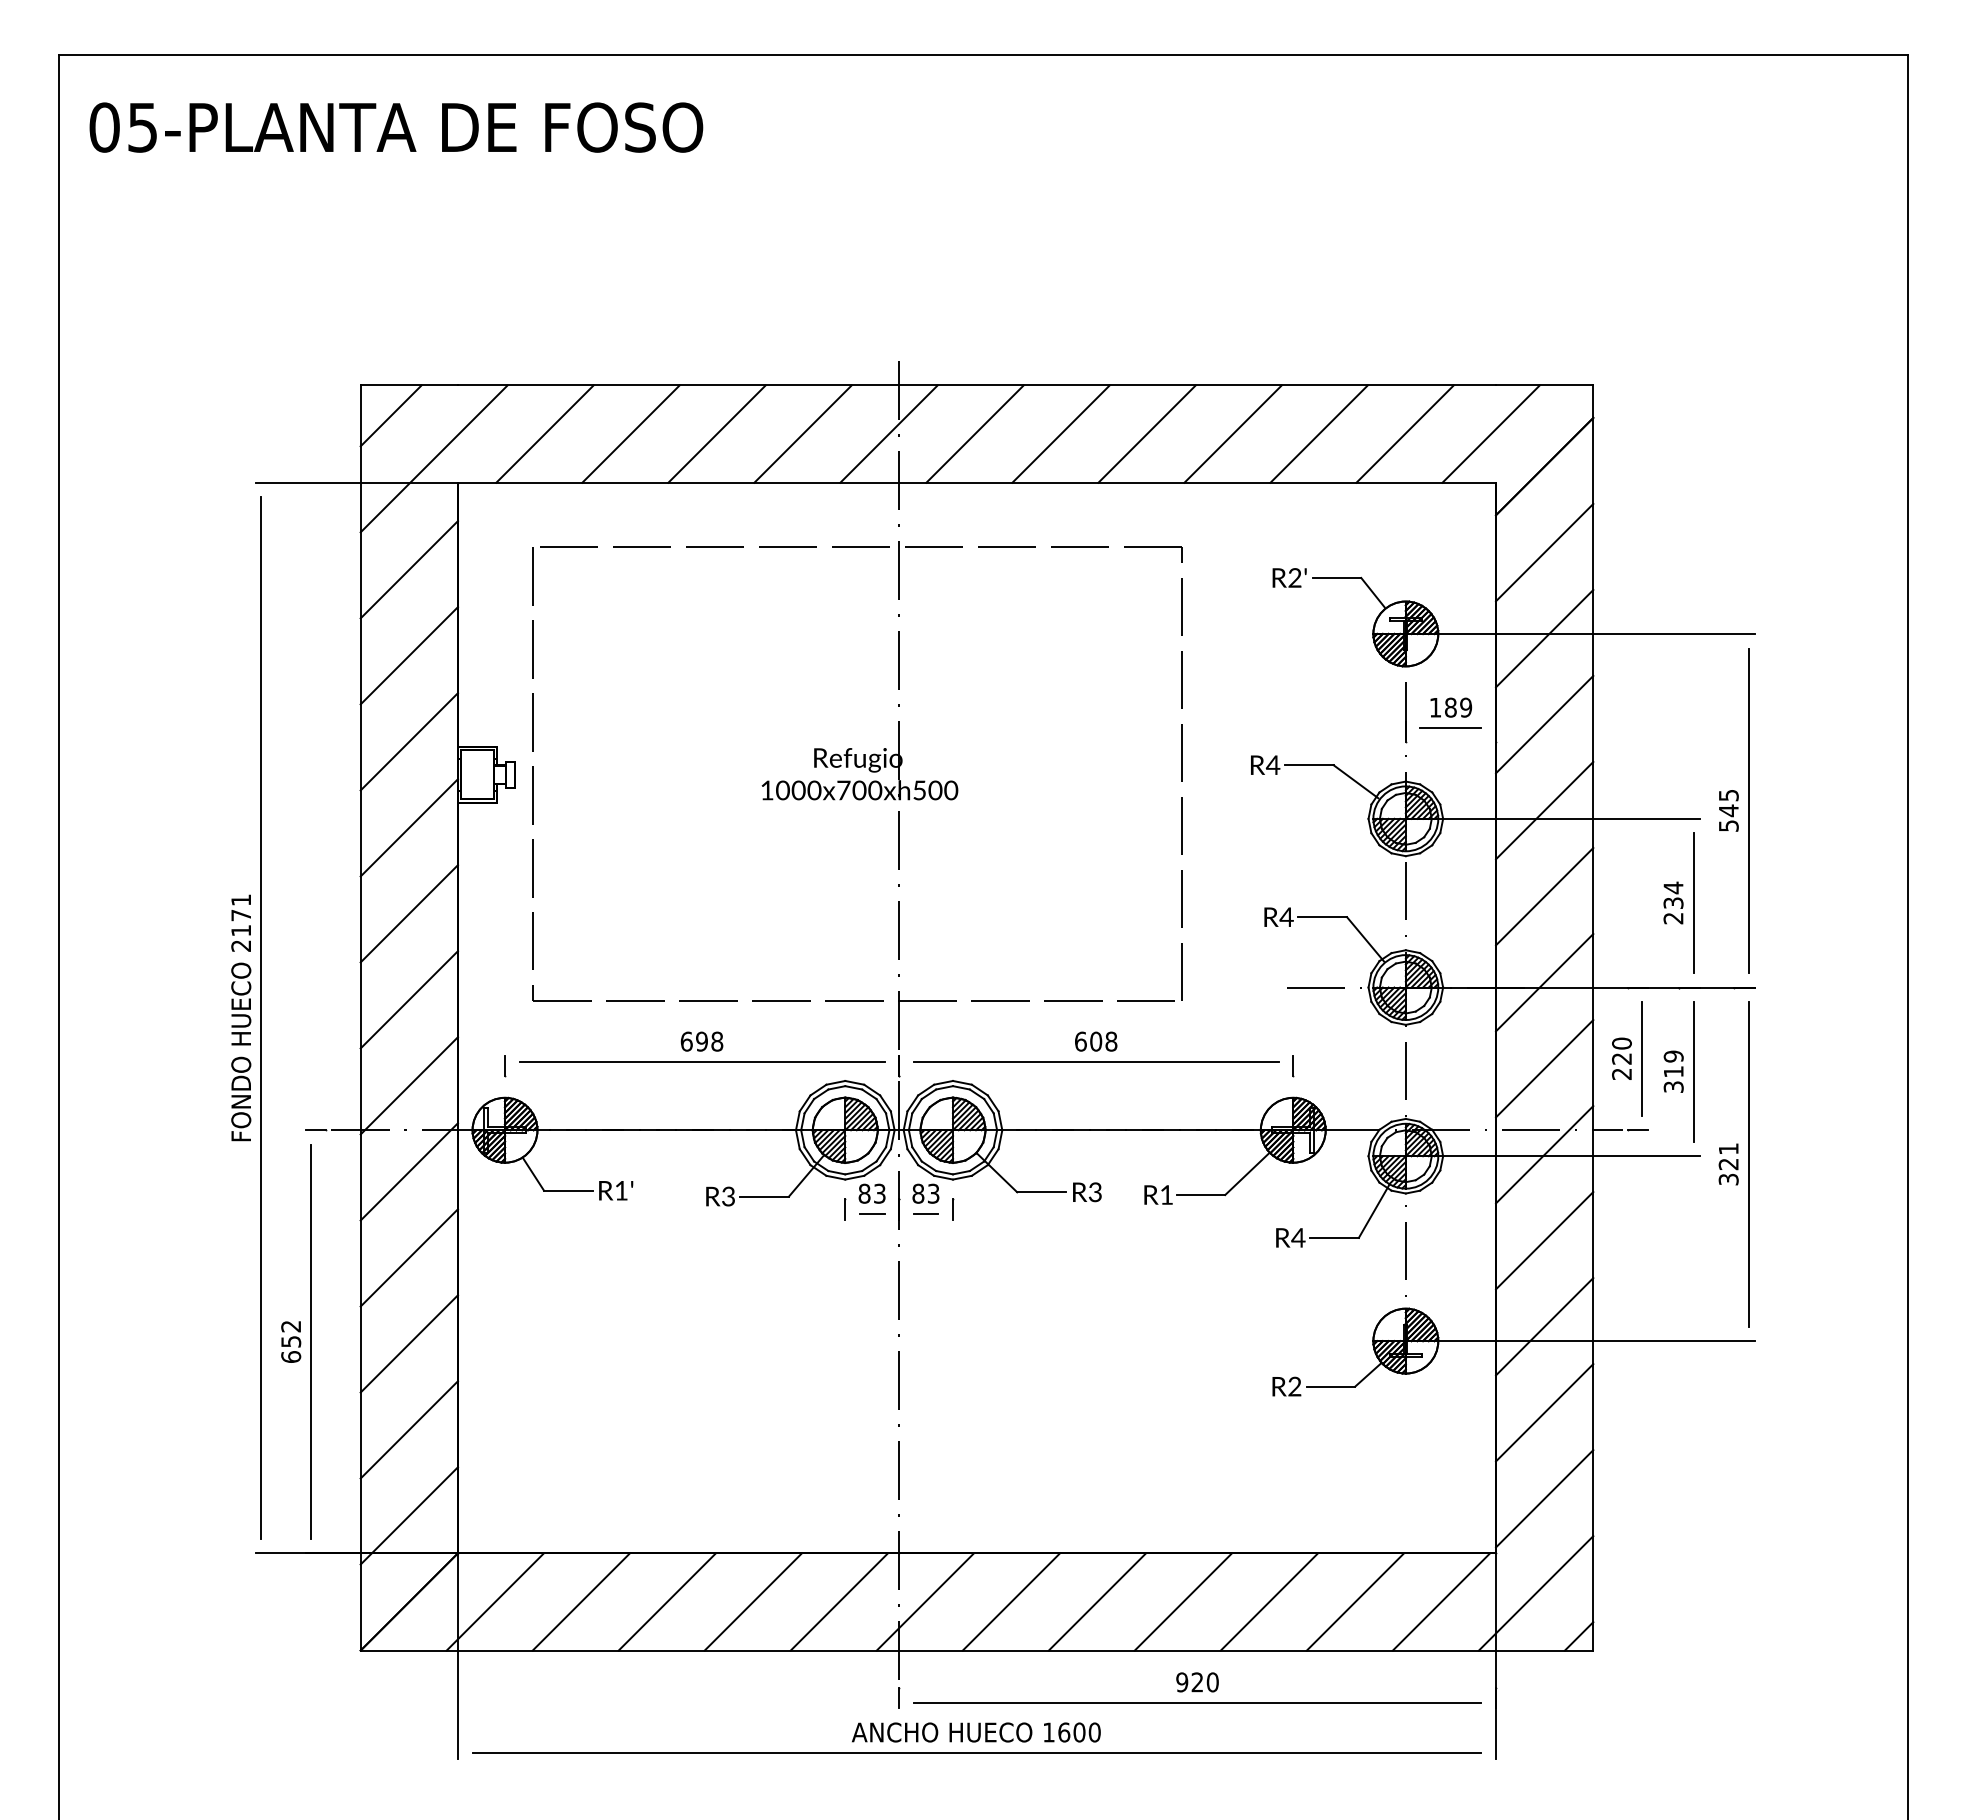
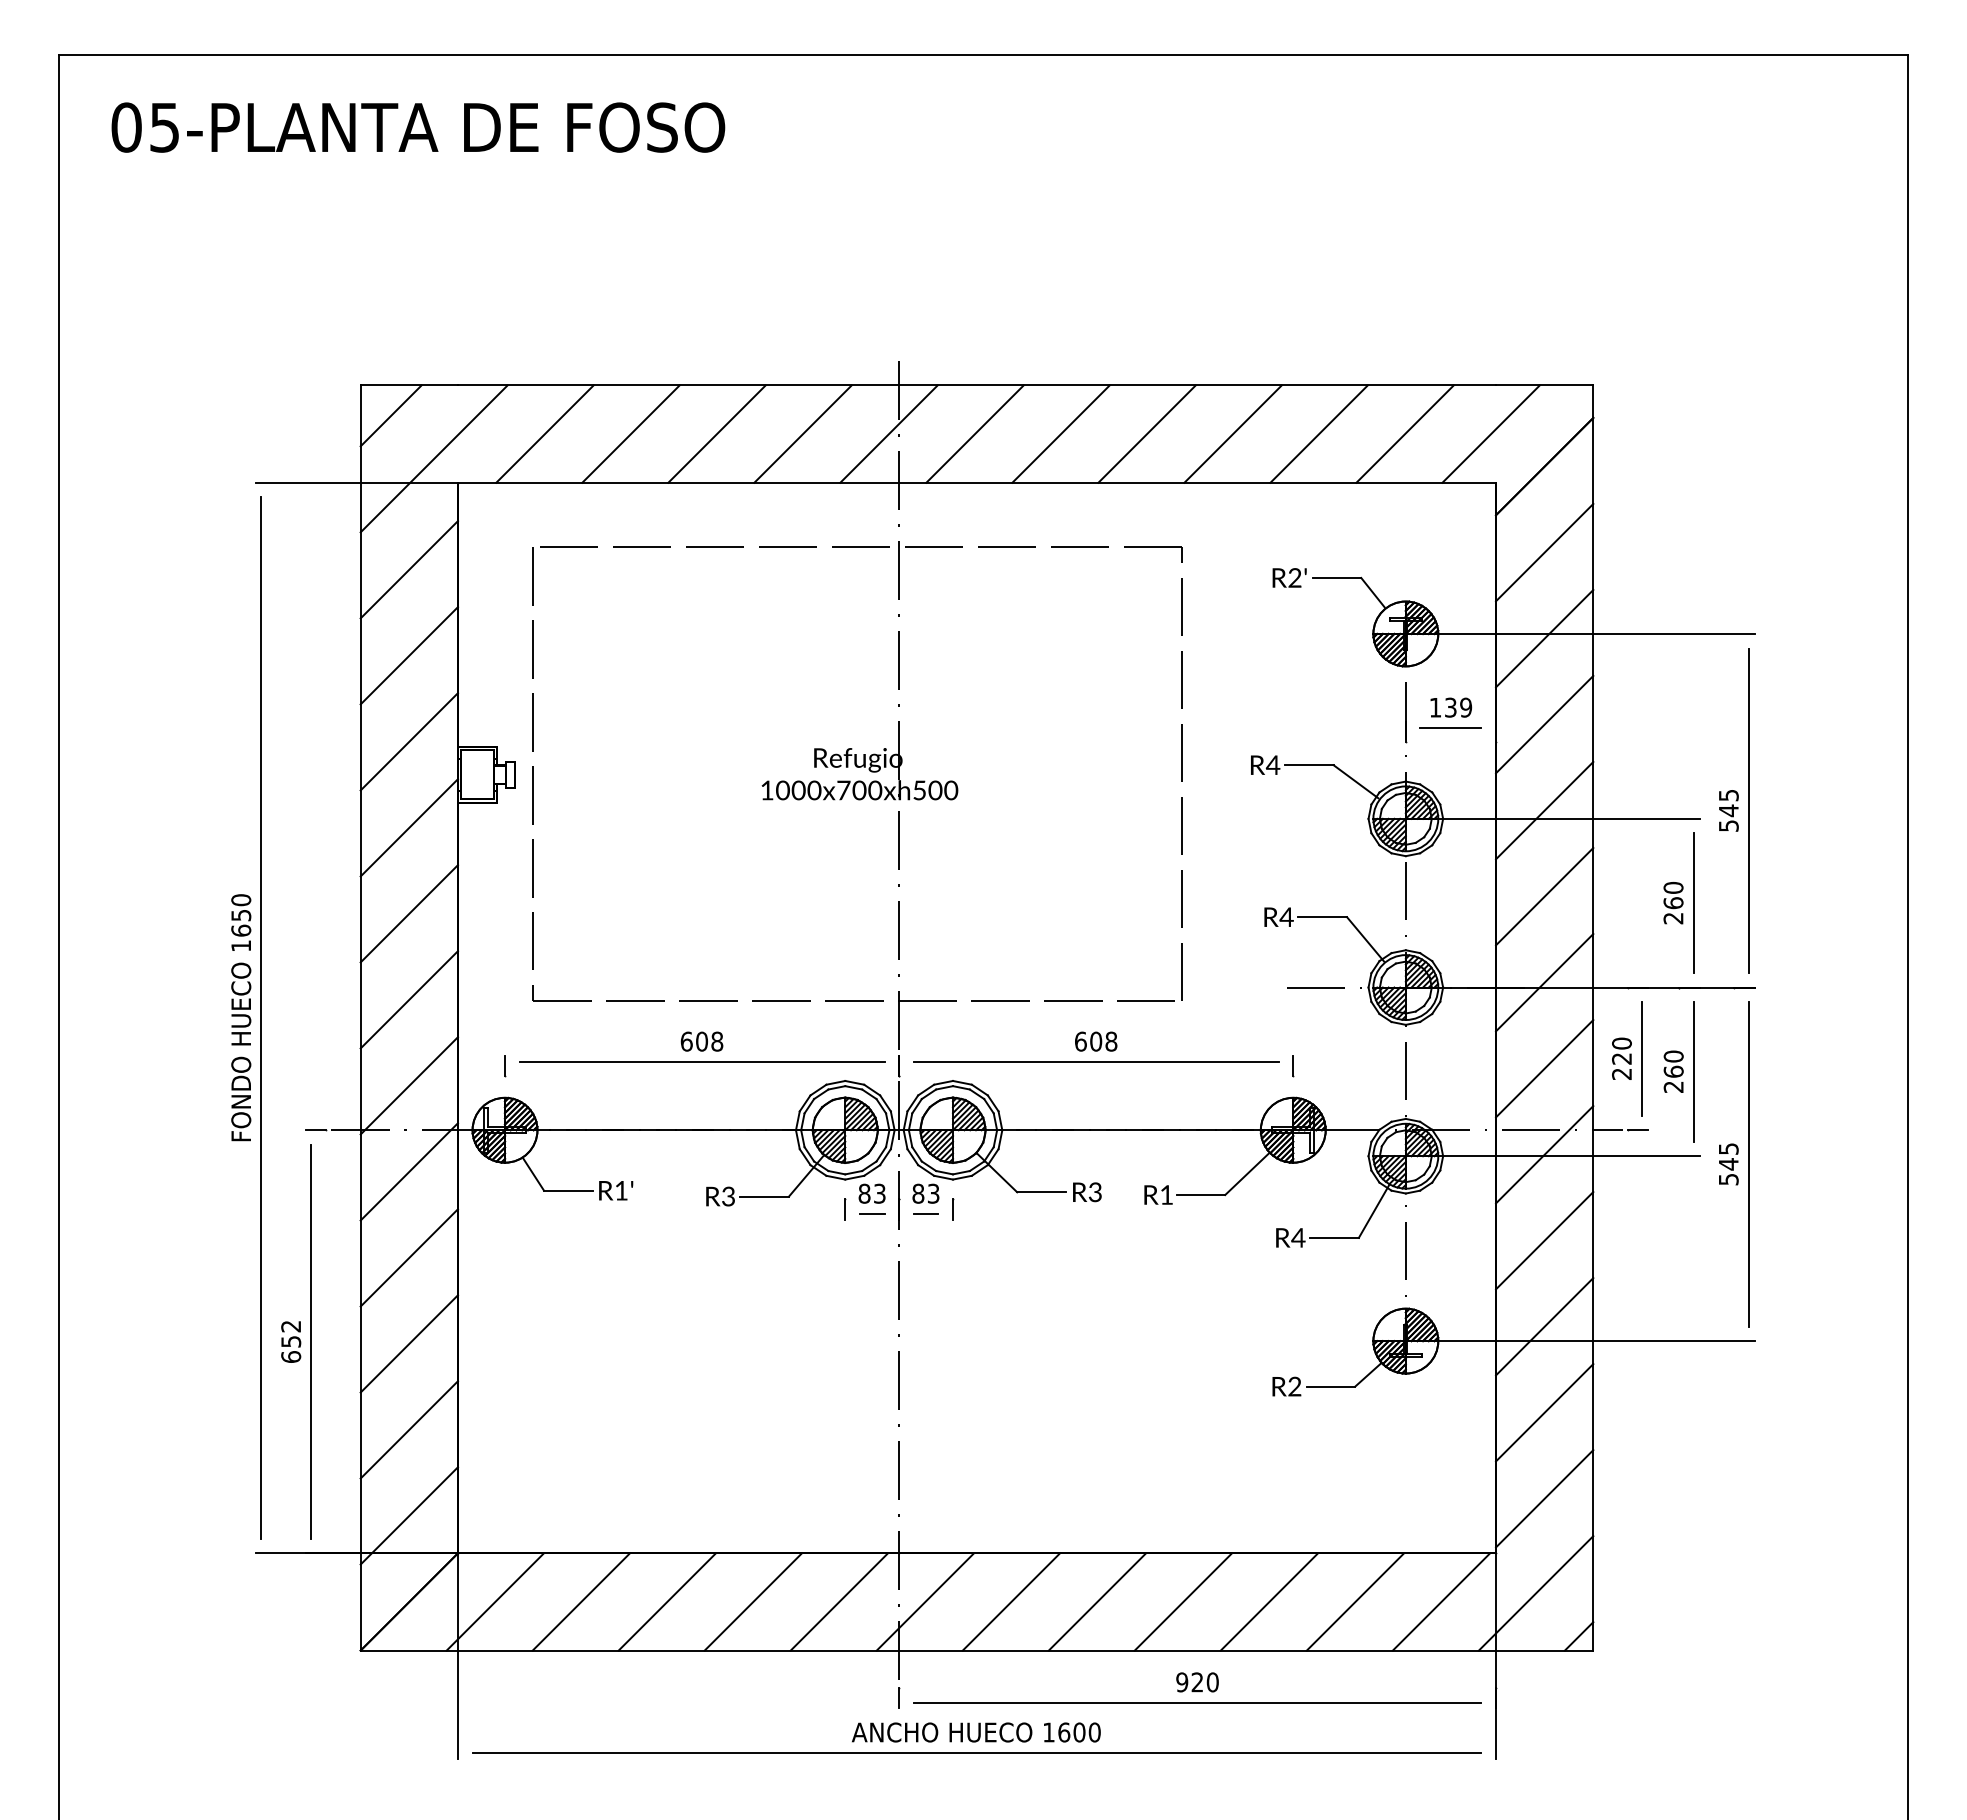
text at (396, 127) position: (396, 127) -> (418, 127)
text at (1450, 707): 189 -> 139
text at (1673, 895): 234 -> 260
text at (241, 922): 2171 -> 1650
text at (701, 1041): 698 -> 608
text at (1673, 1071): 319 -> 260
text at (1728, 1163): 321 -> 545
